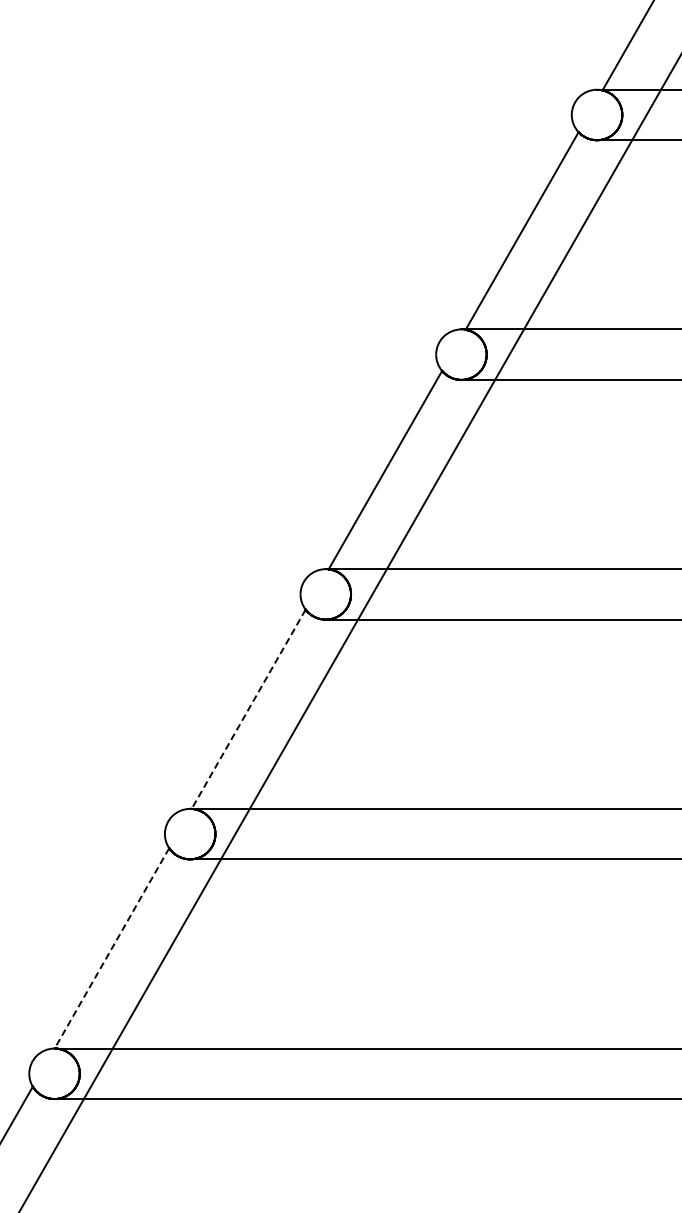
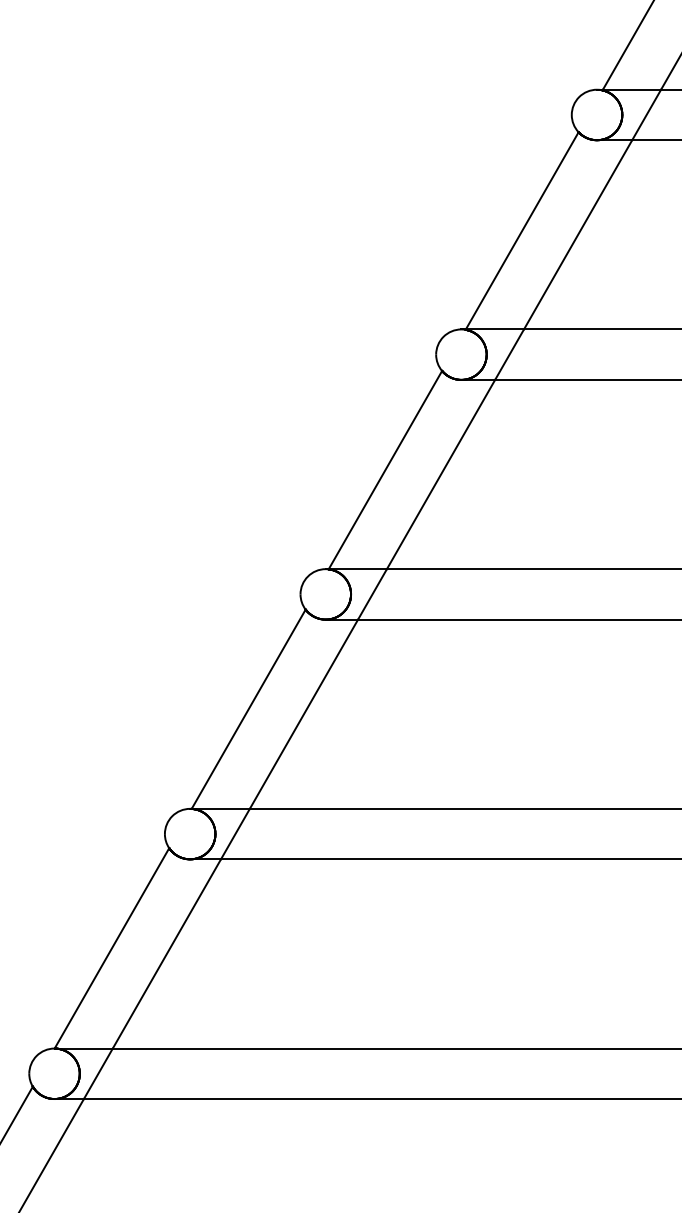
line at (248, 709): dashed -> solid
line at (111, 948): dashed -> solid
